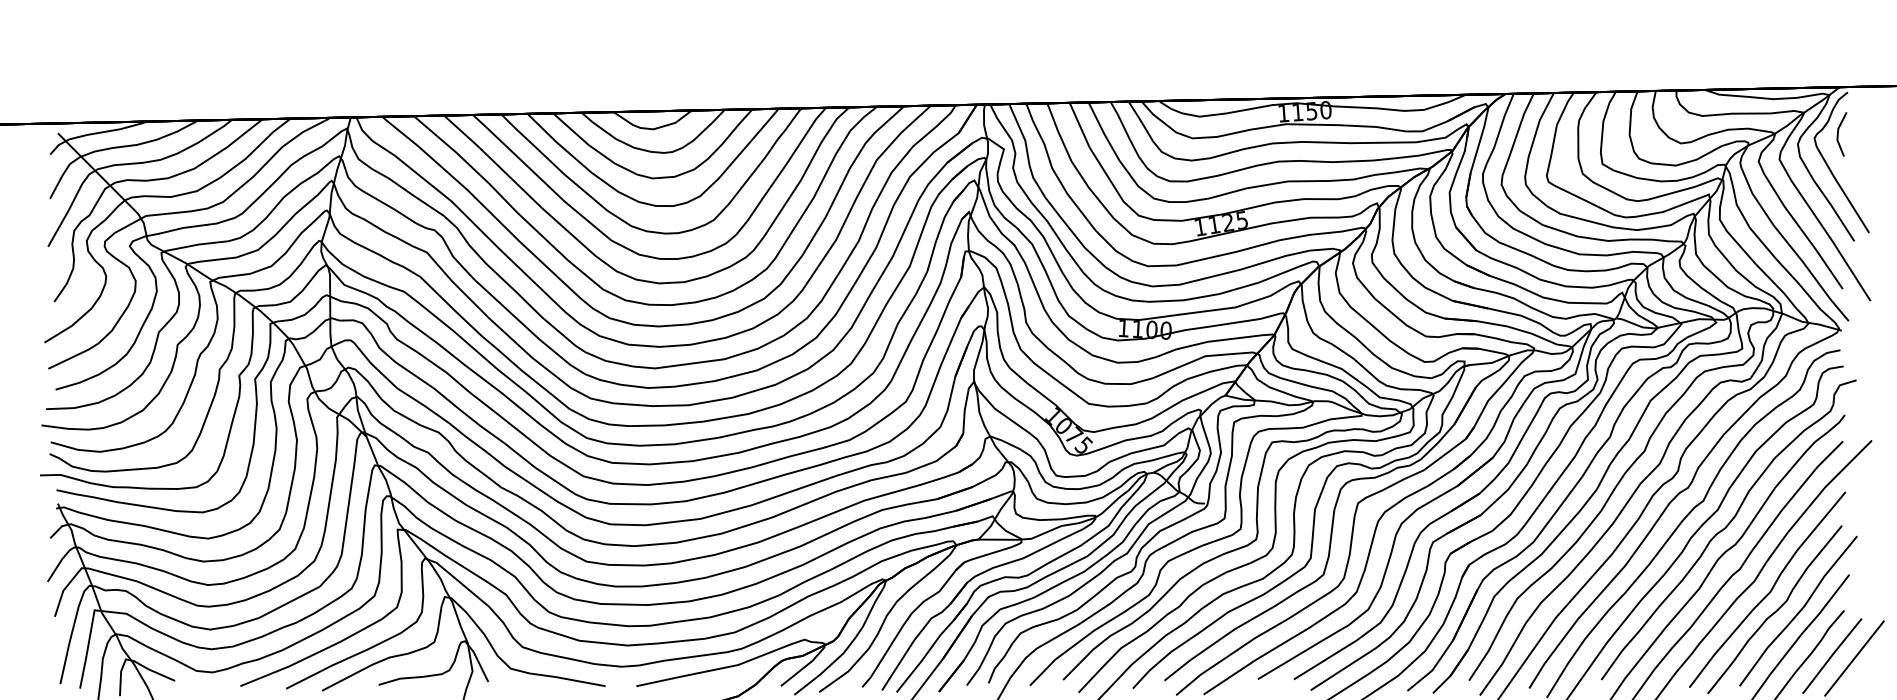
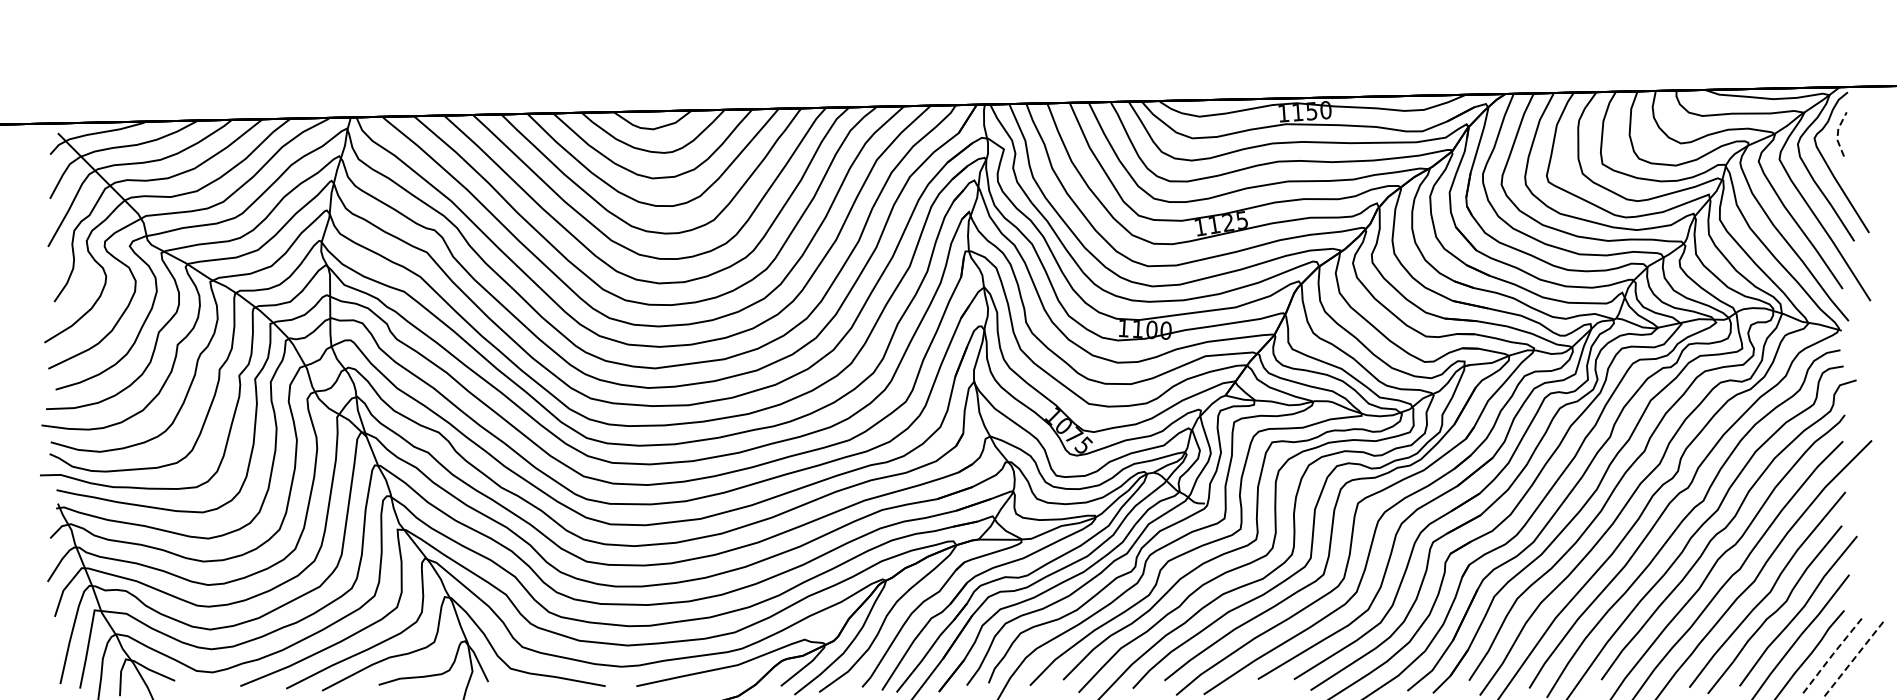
line at (1837, 133): solid -> dashed
line at (1832, 655): solid -> dashed
line at (1854, 658): solid -> dashed
